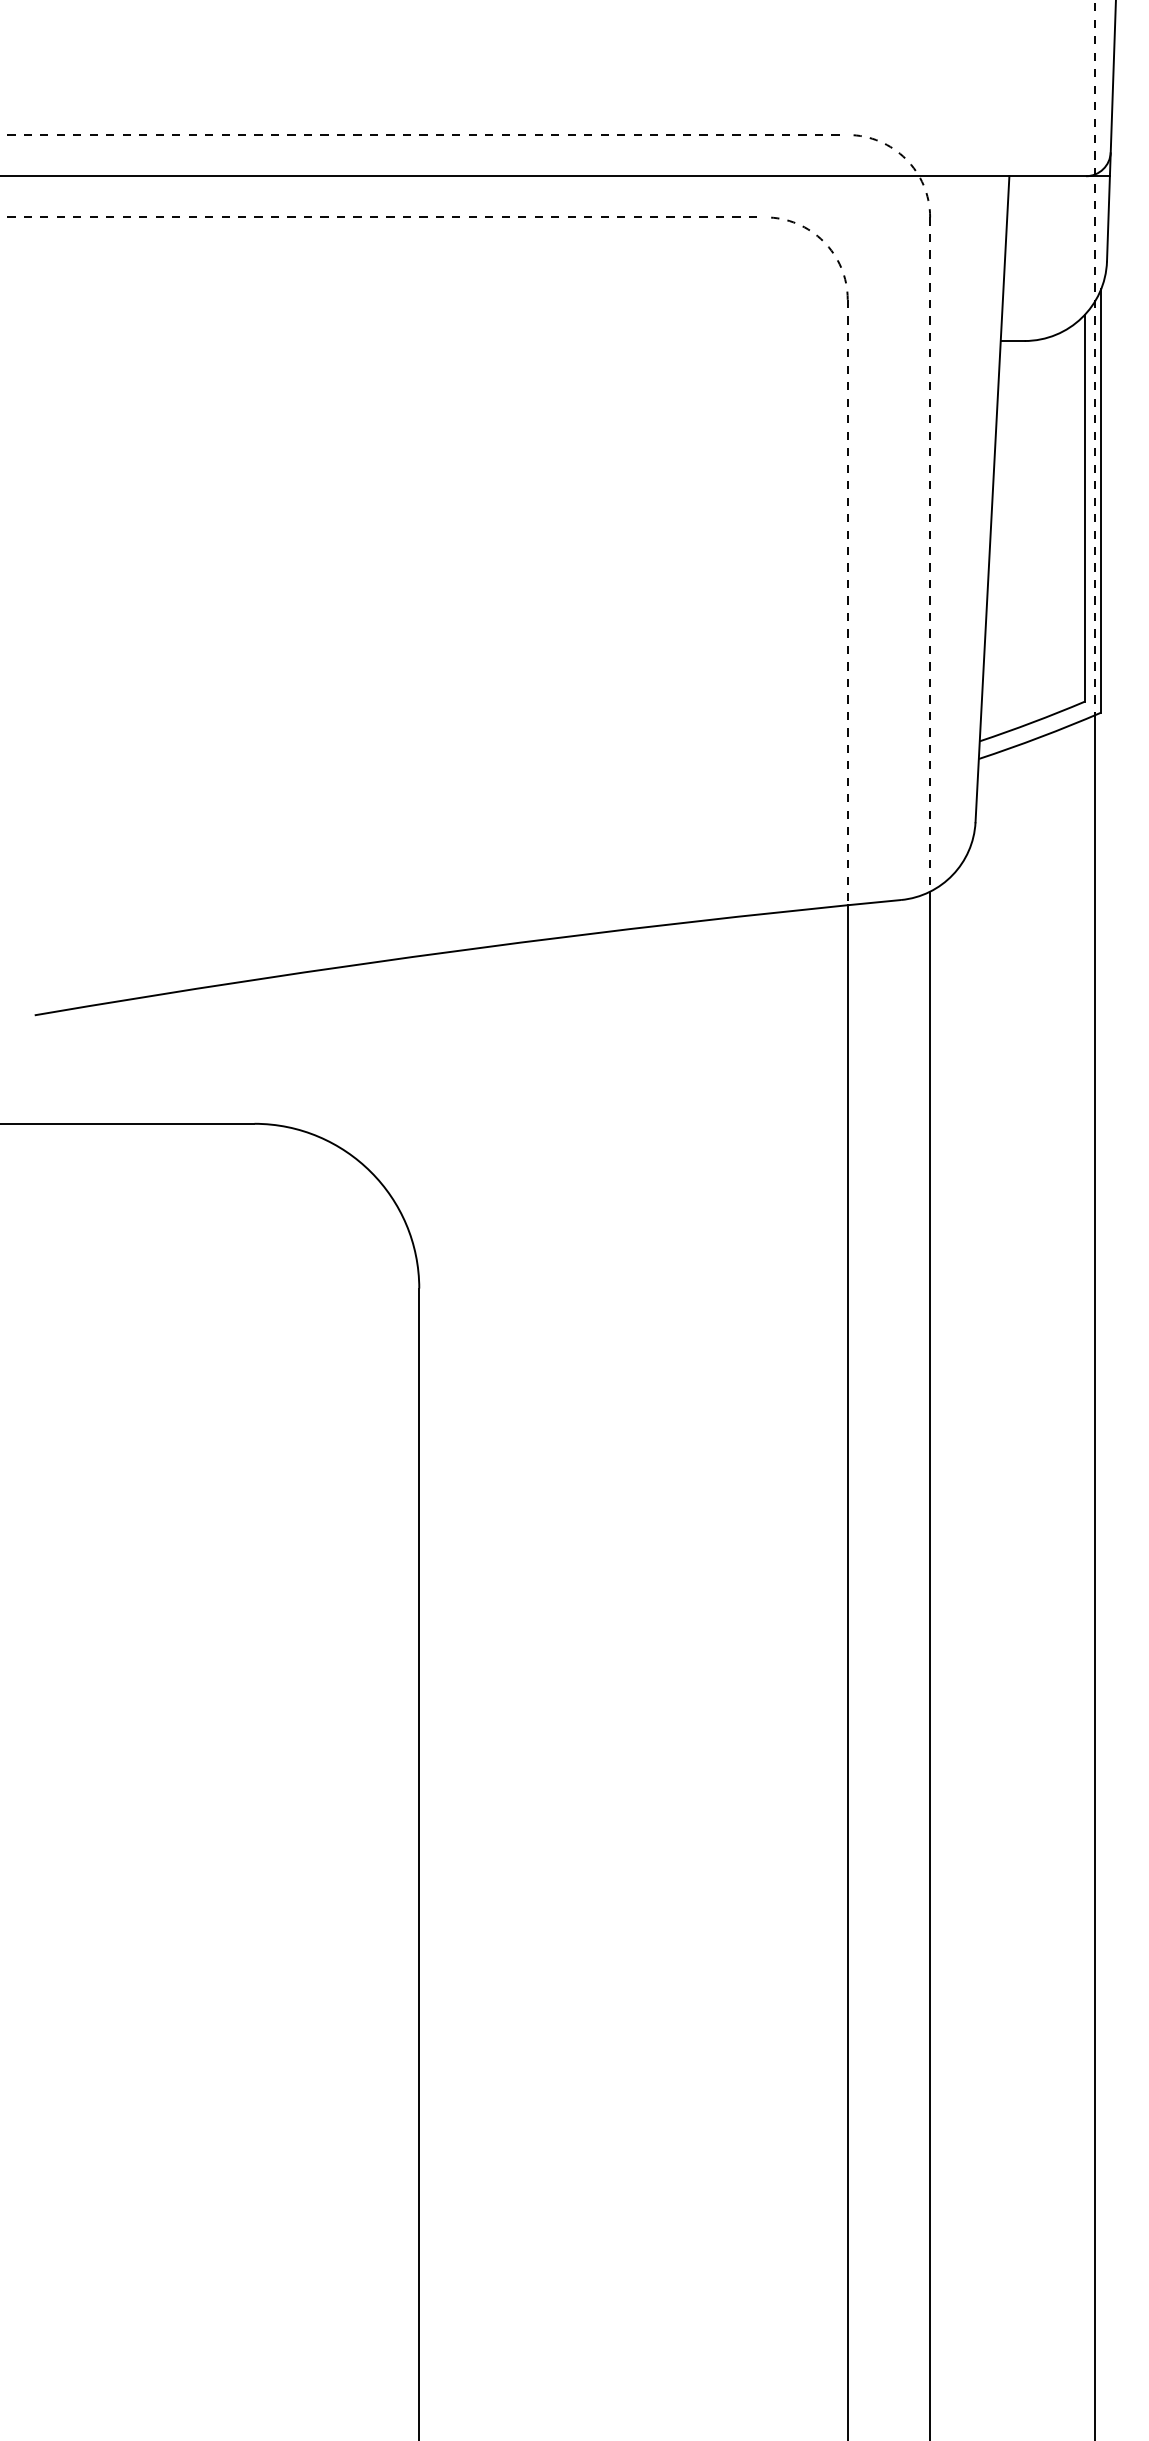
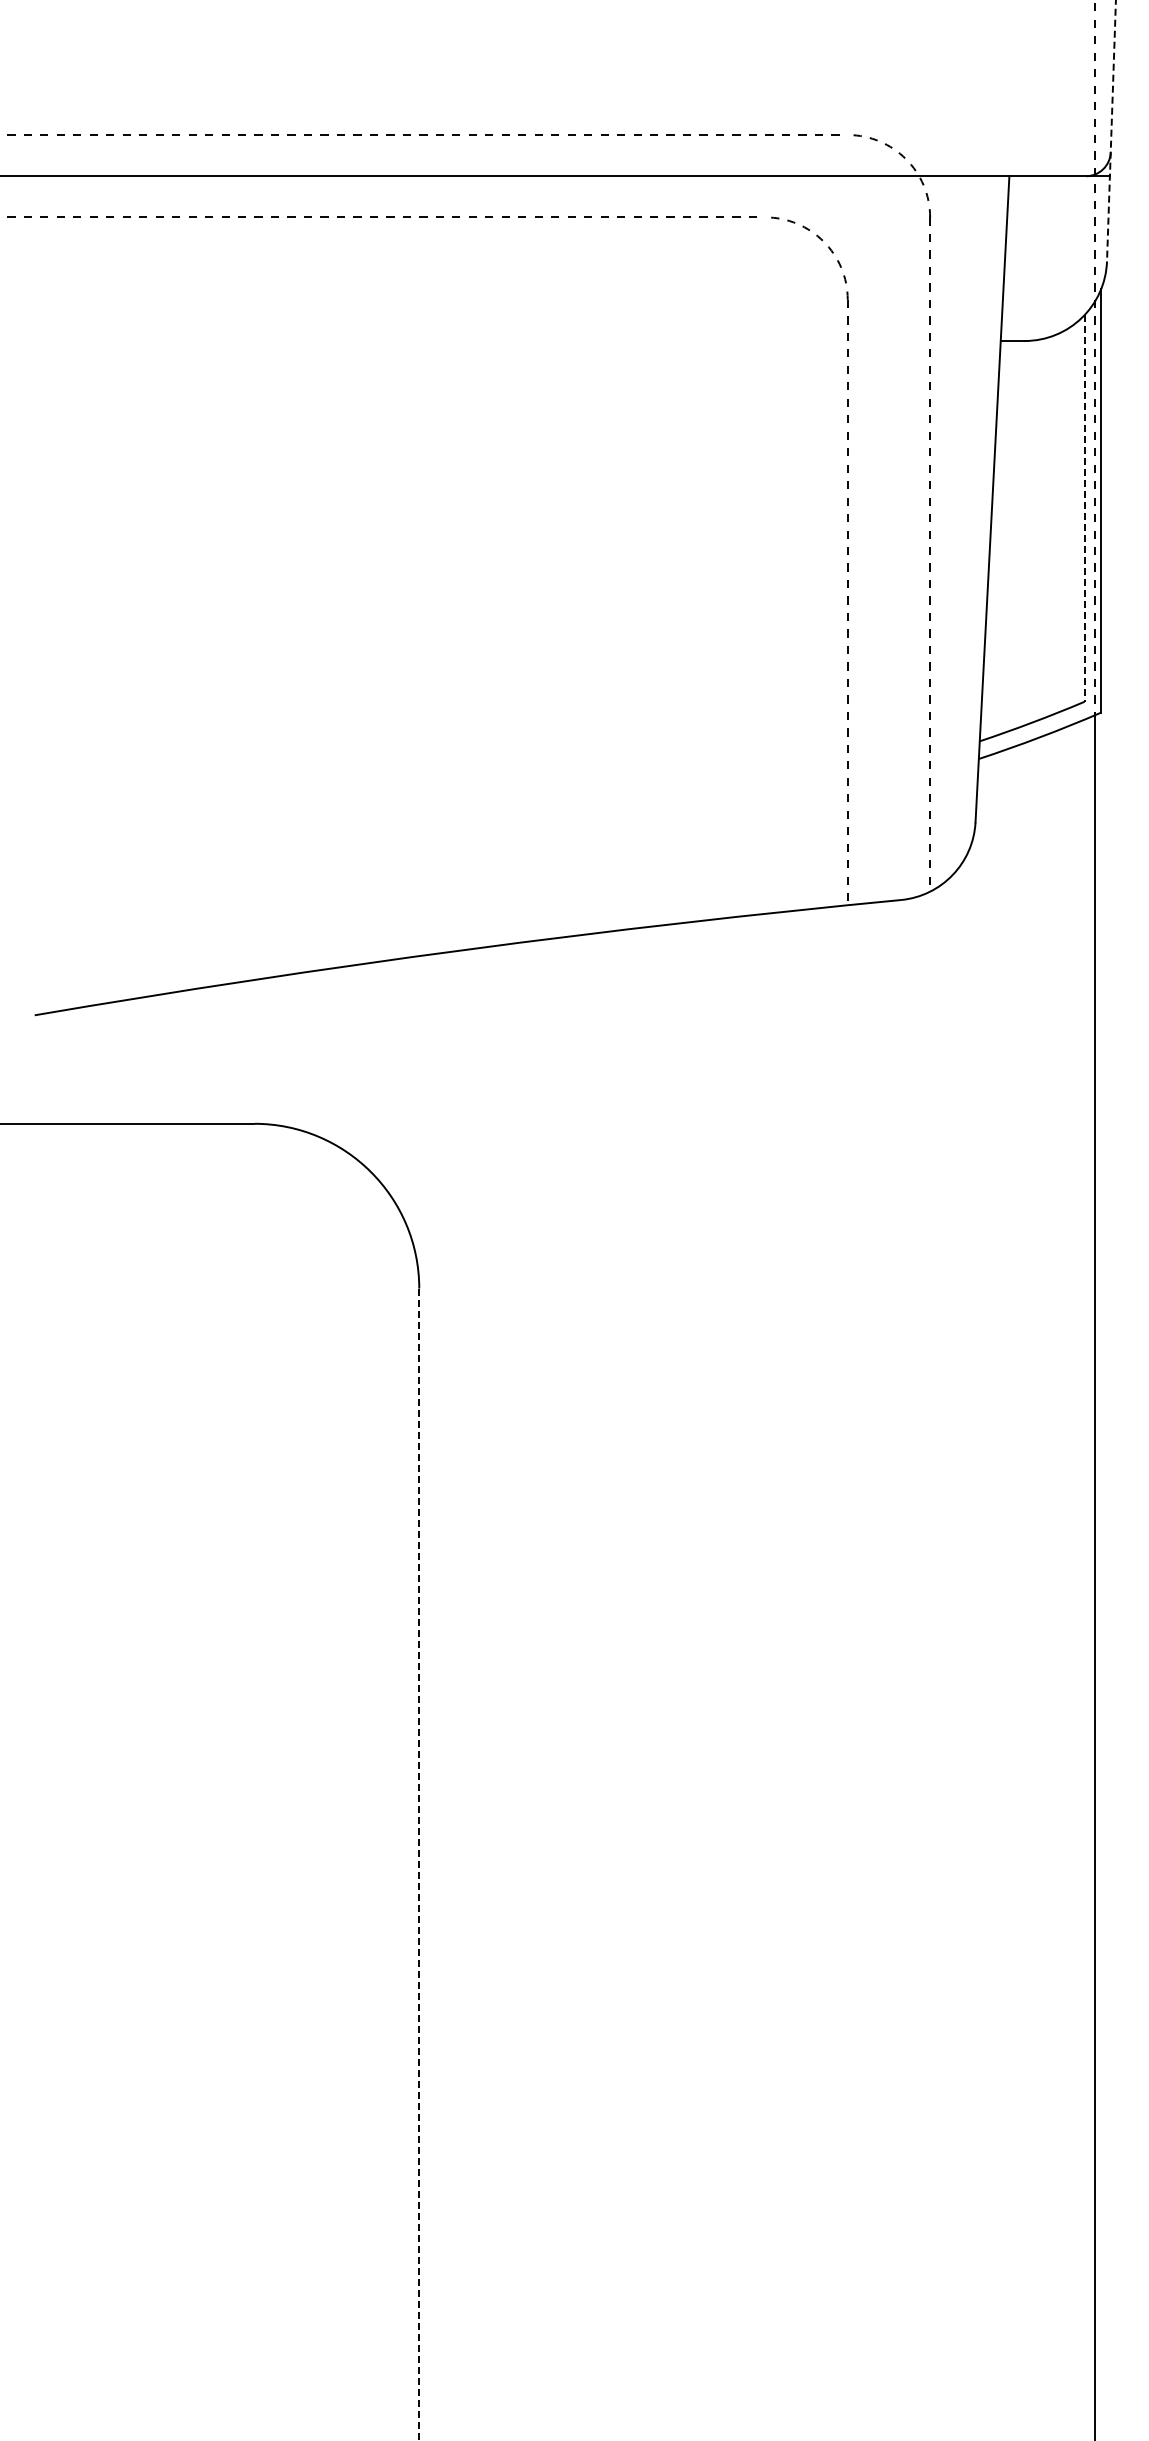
line at (1111, 131): solid -> dashed
line at (1084, 508): solid -> dashed
line at (930, 1664): present -> none
line at (847, 1671): present -> none
line at (419, 1864): solid -> dashed
